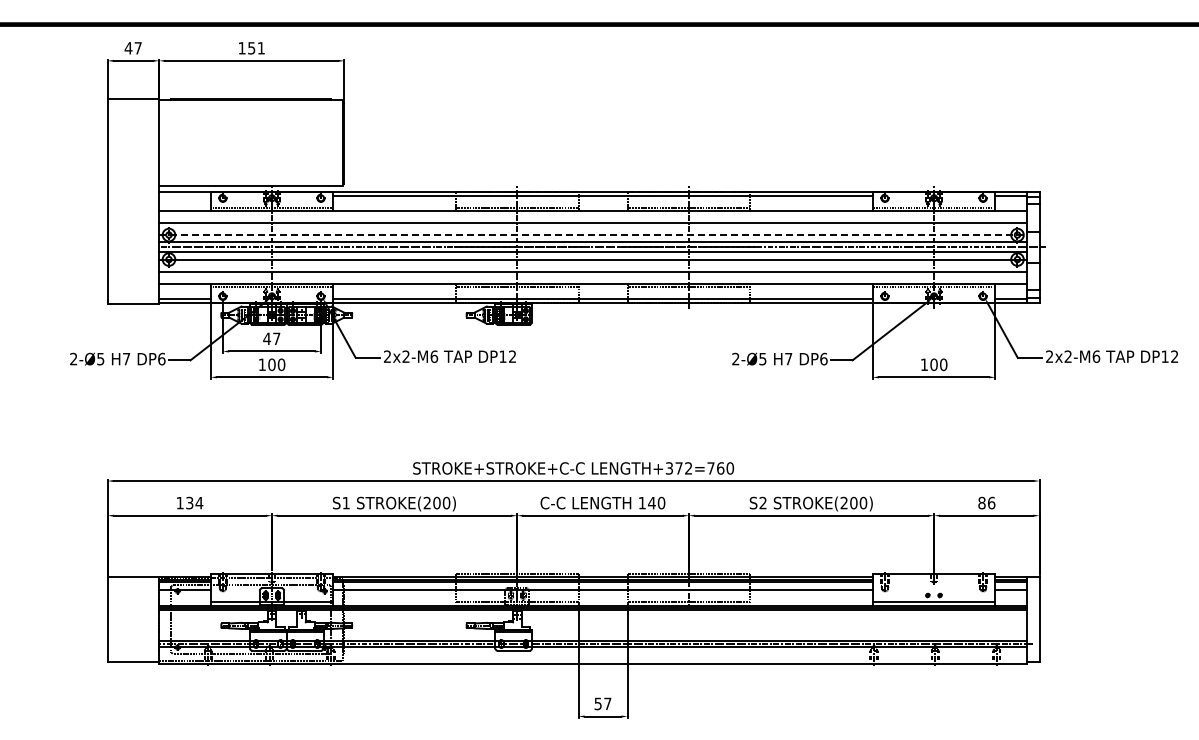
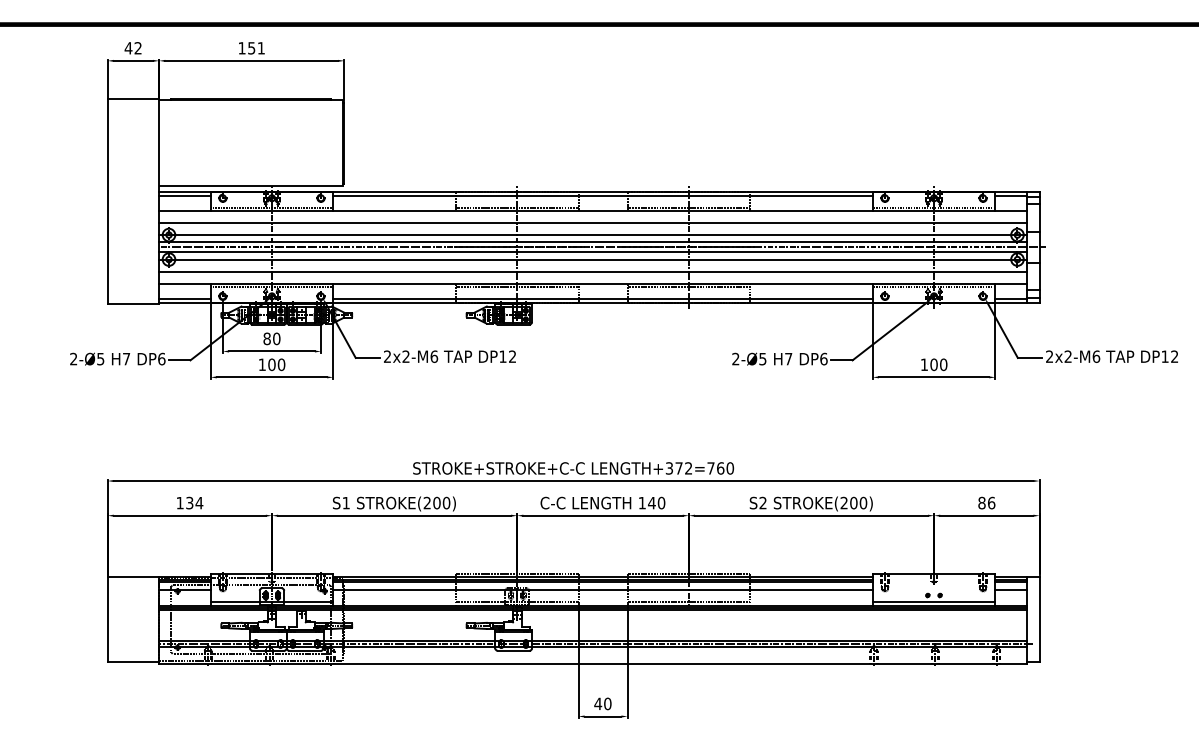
text at (137, 48): 47 -> 42
line at (184, 195): none -> present
line at (593, 235): dashed -> solid
text at (271, 338): 47 -> 80
text at (602, 703): 57 -> 40
